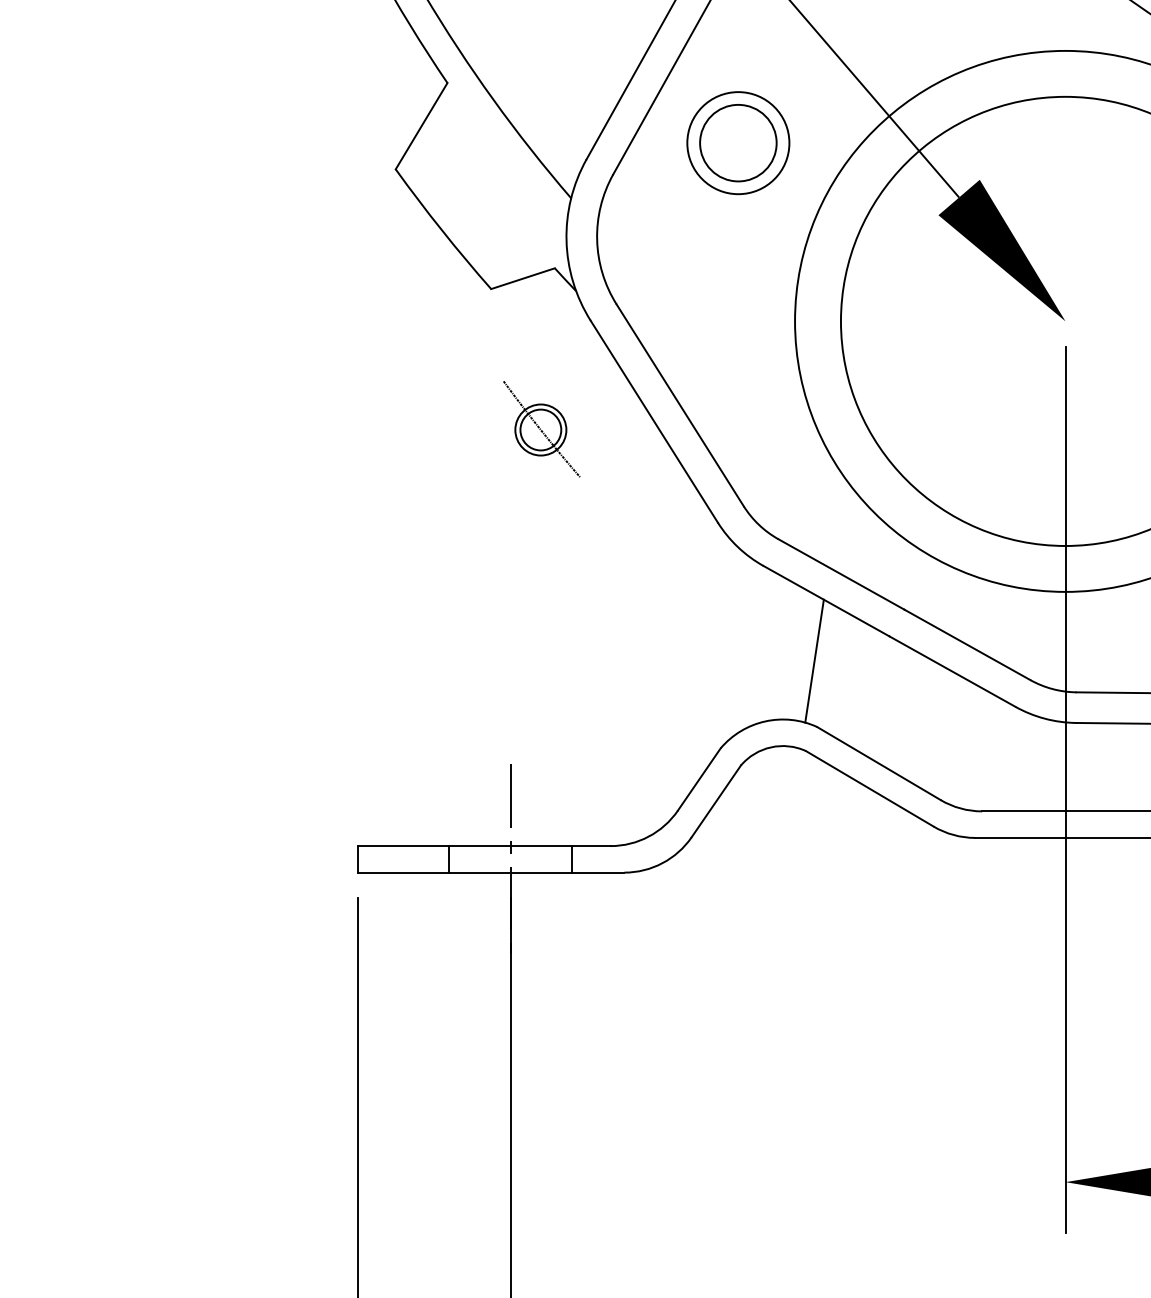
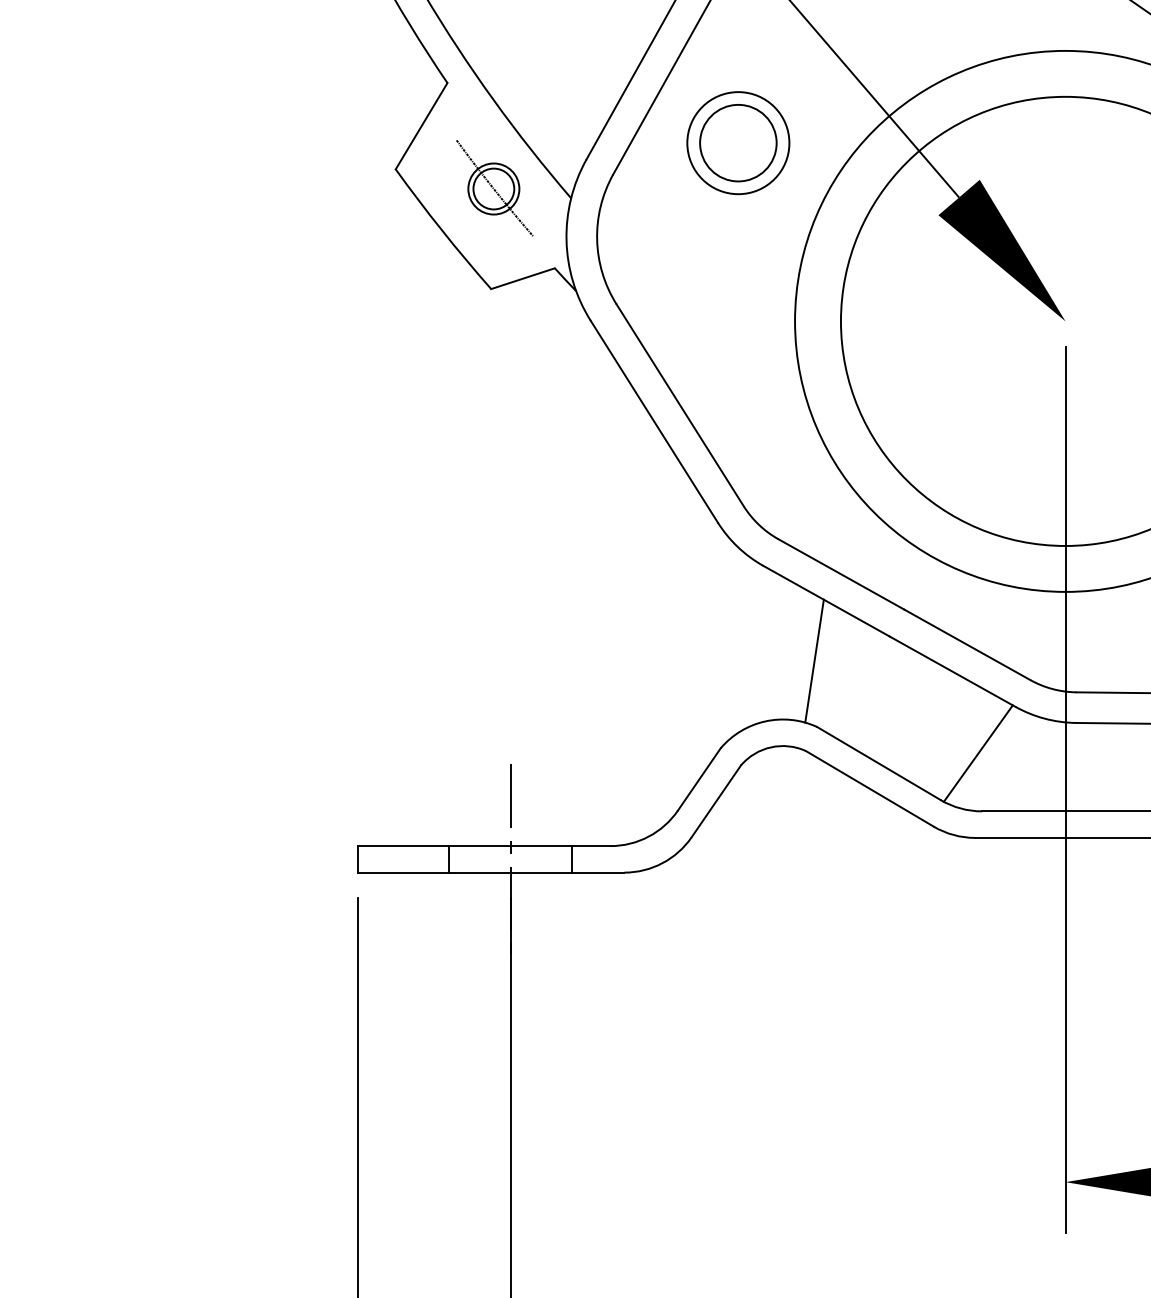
part at (541, 429) position: (541, 429) -> (494, 188)
line at (977, 753): none -> present
